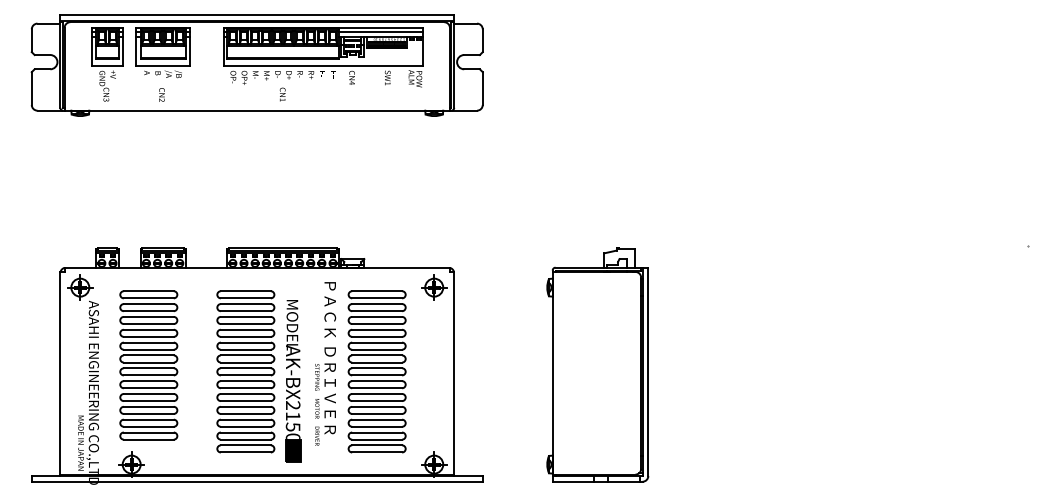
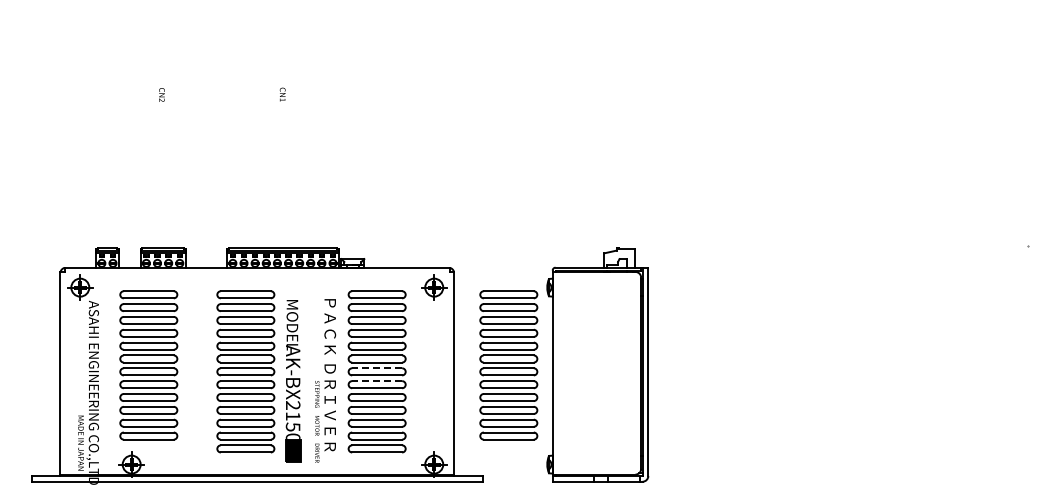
part at (256, 65): present -> none
text at (325, 363) position: (325, 363) -> (325, 380)
part at (508, 365): none -> present
line at (377, 368): solid -> dashed
line at (377, 381): solid -> dashed
